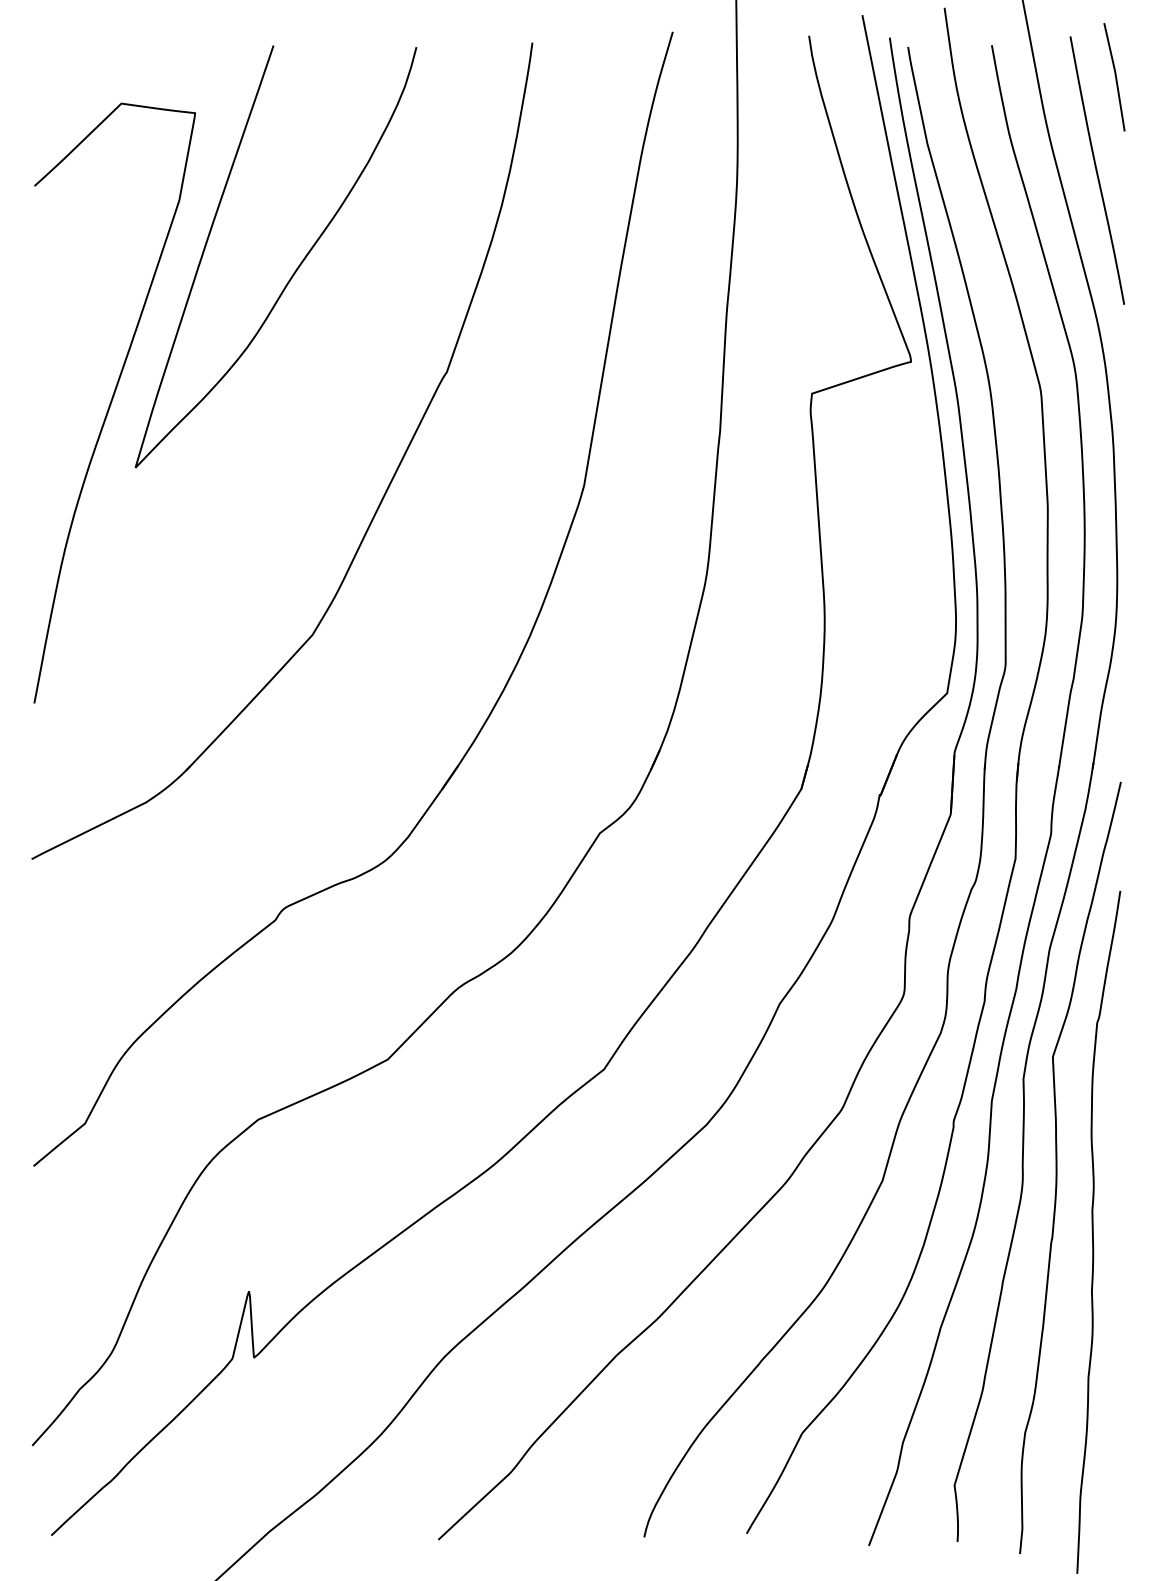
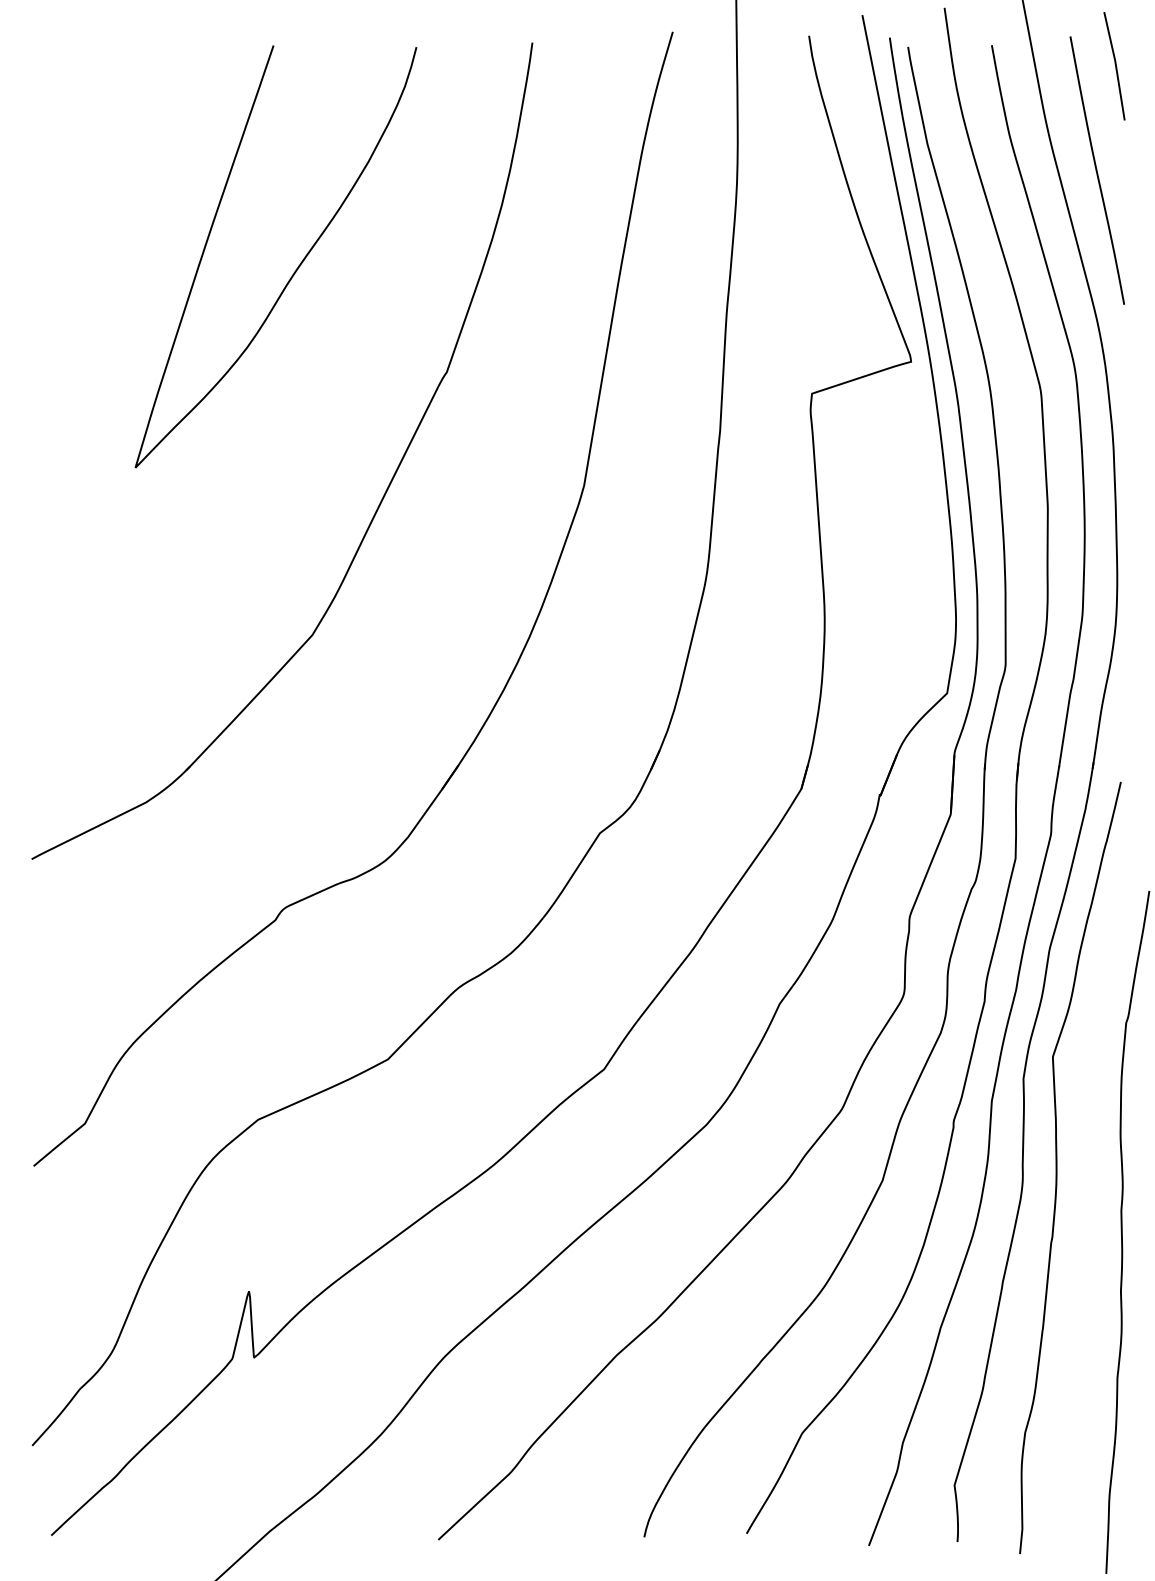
line at (1115, 77) position: (1115, 77) -> (1115, 66)
curve at (112, 401): present -> none
curve at (1093, 1231) position: (1093, 1231) -> (1122, 1231)
